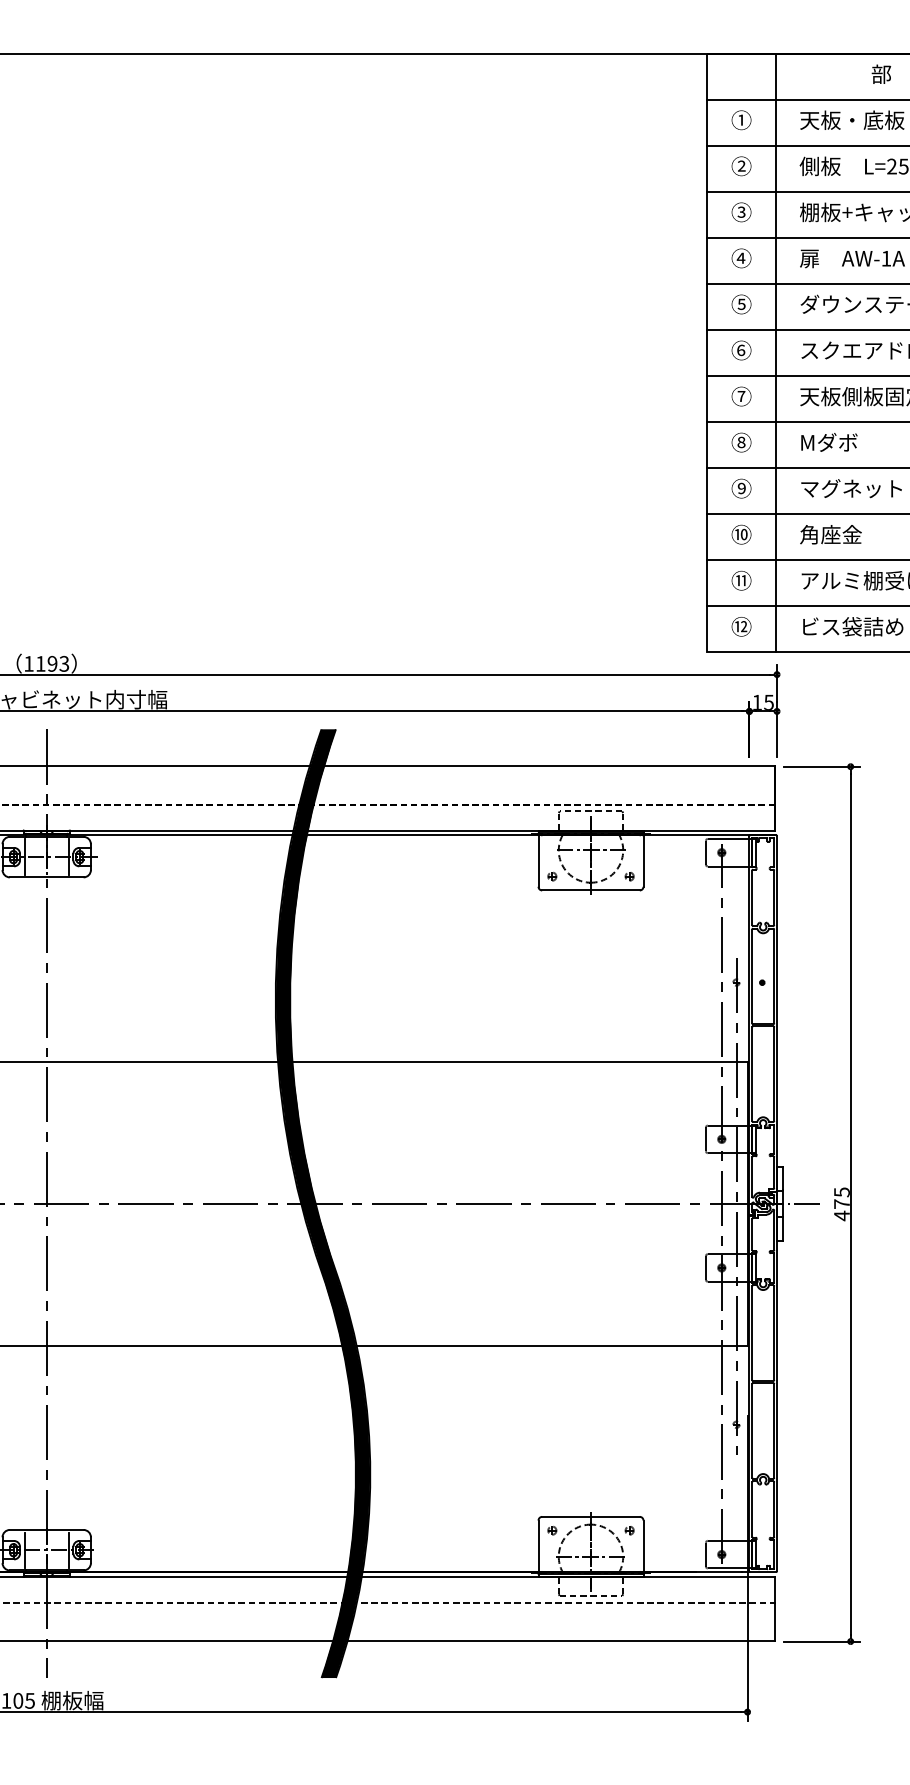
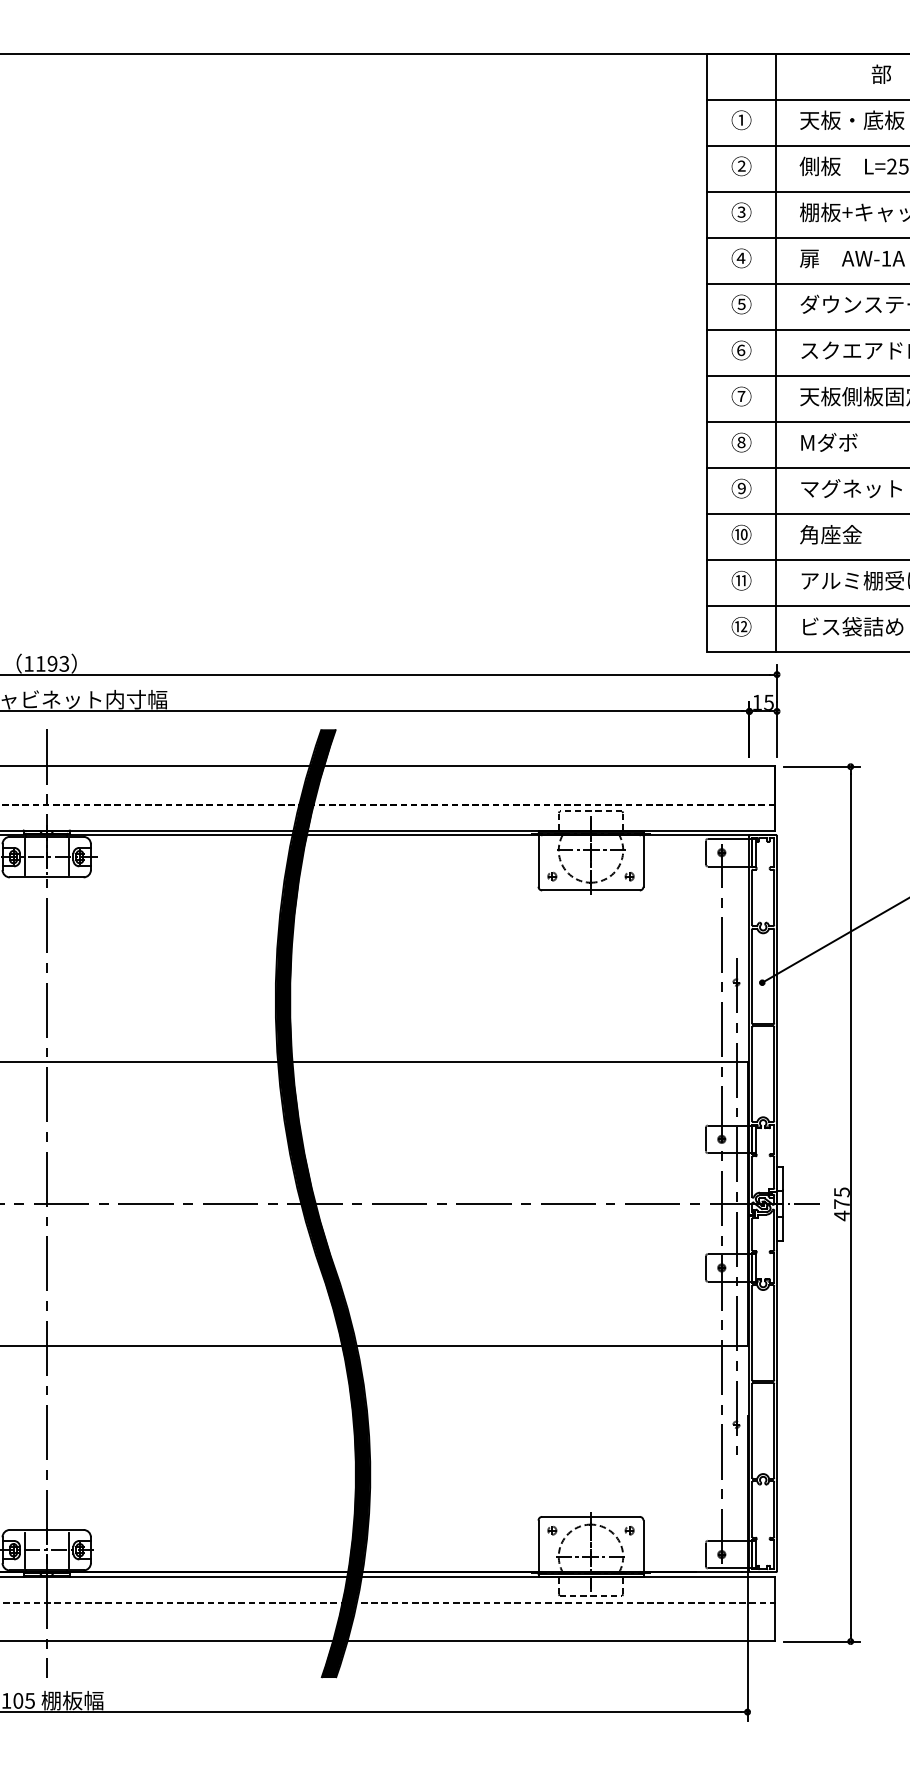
line at (834, 940): none -> present
